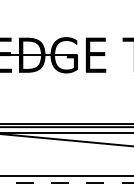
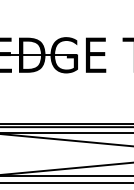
line at (66, 168): none -> present
line at (66, 182): dashed -> solid
